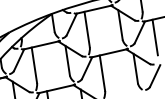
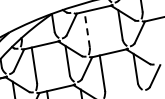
line at (87, 29): solid -> dashed
line at (154, 37): present -> none
